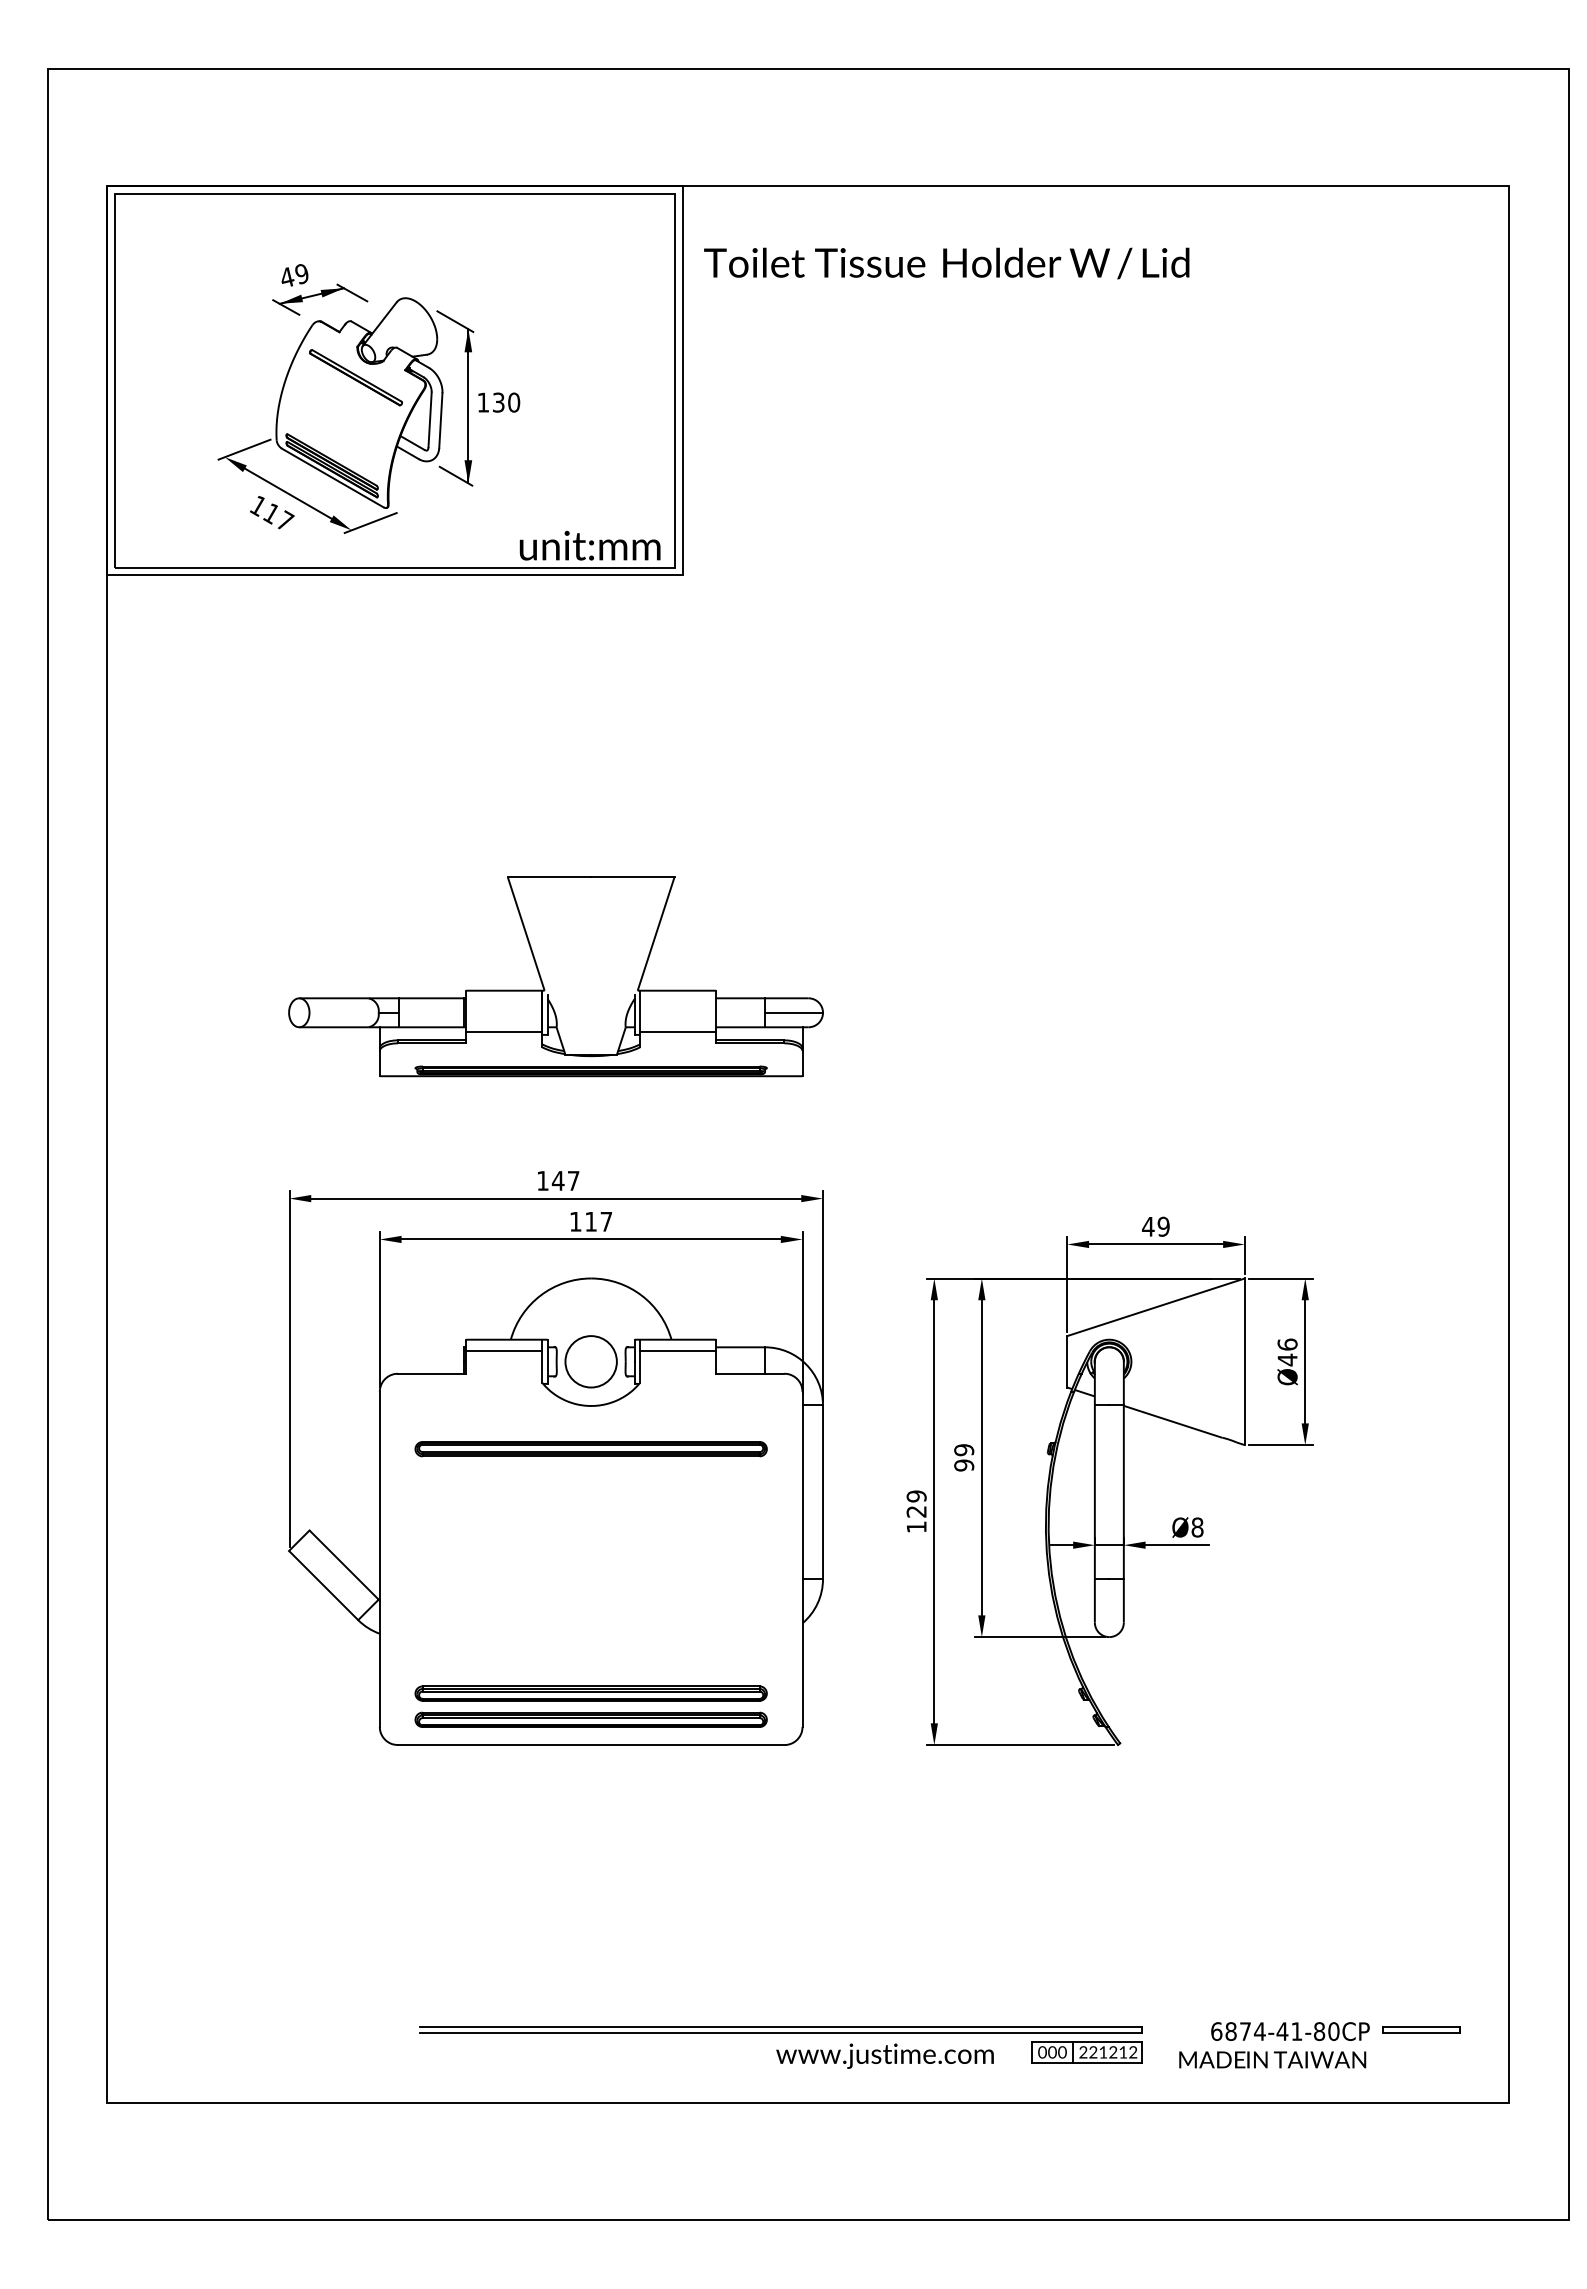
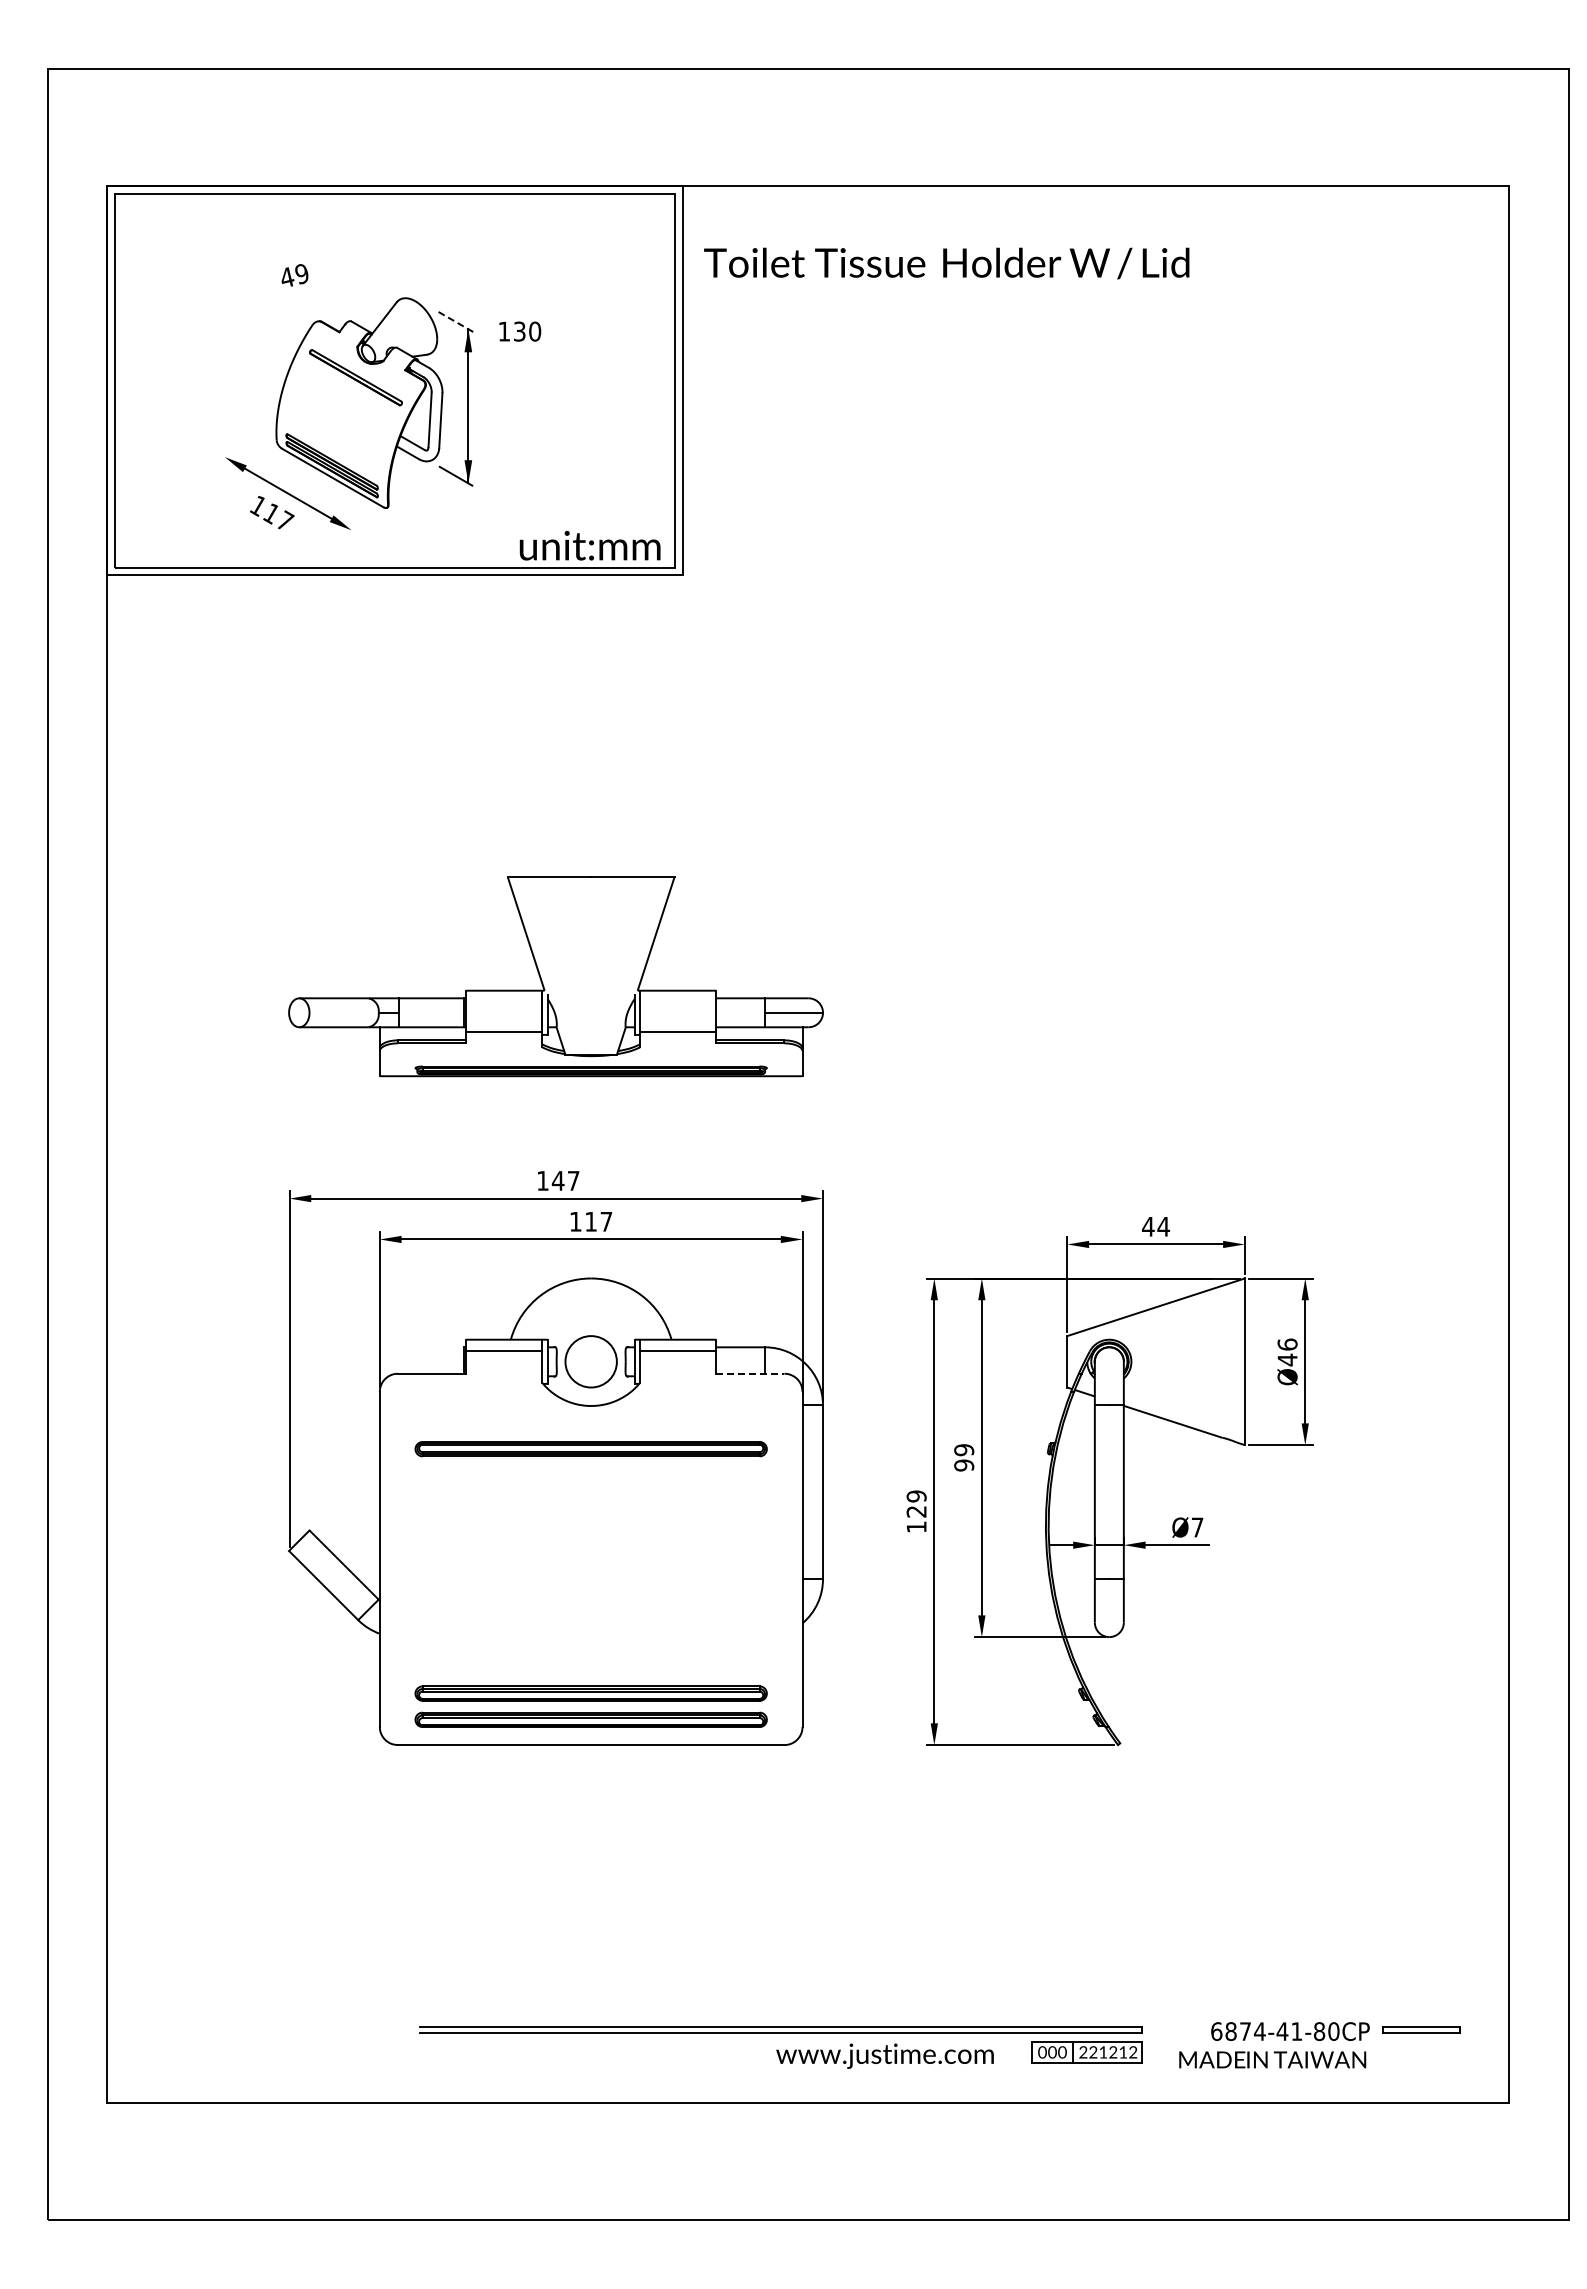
part at (320, 299): present -> none
line at (455, 321): solid -> dashed
text at (499, 402) position: (499, 402) -> (520, 331)
line at (244, 449): present -> none
line at (370, 523): present -> none
text at (1163, 1226): 49 -> 44
line at (750, 1373): solid -> dashed
text at (1197, 1527): Ø8 -> Ø7
